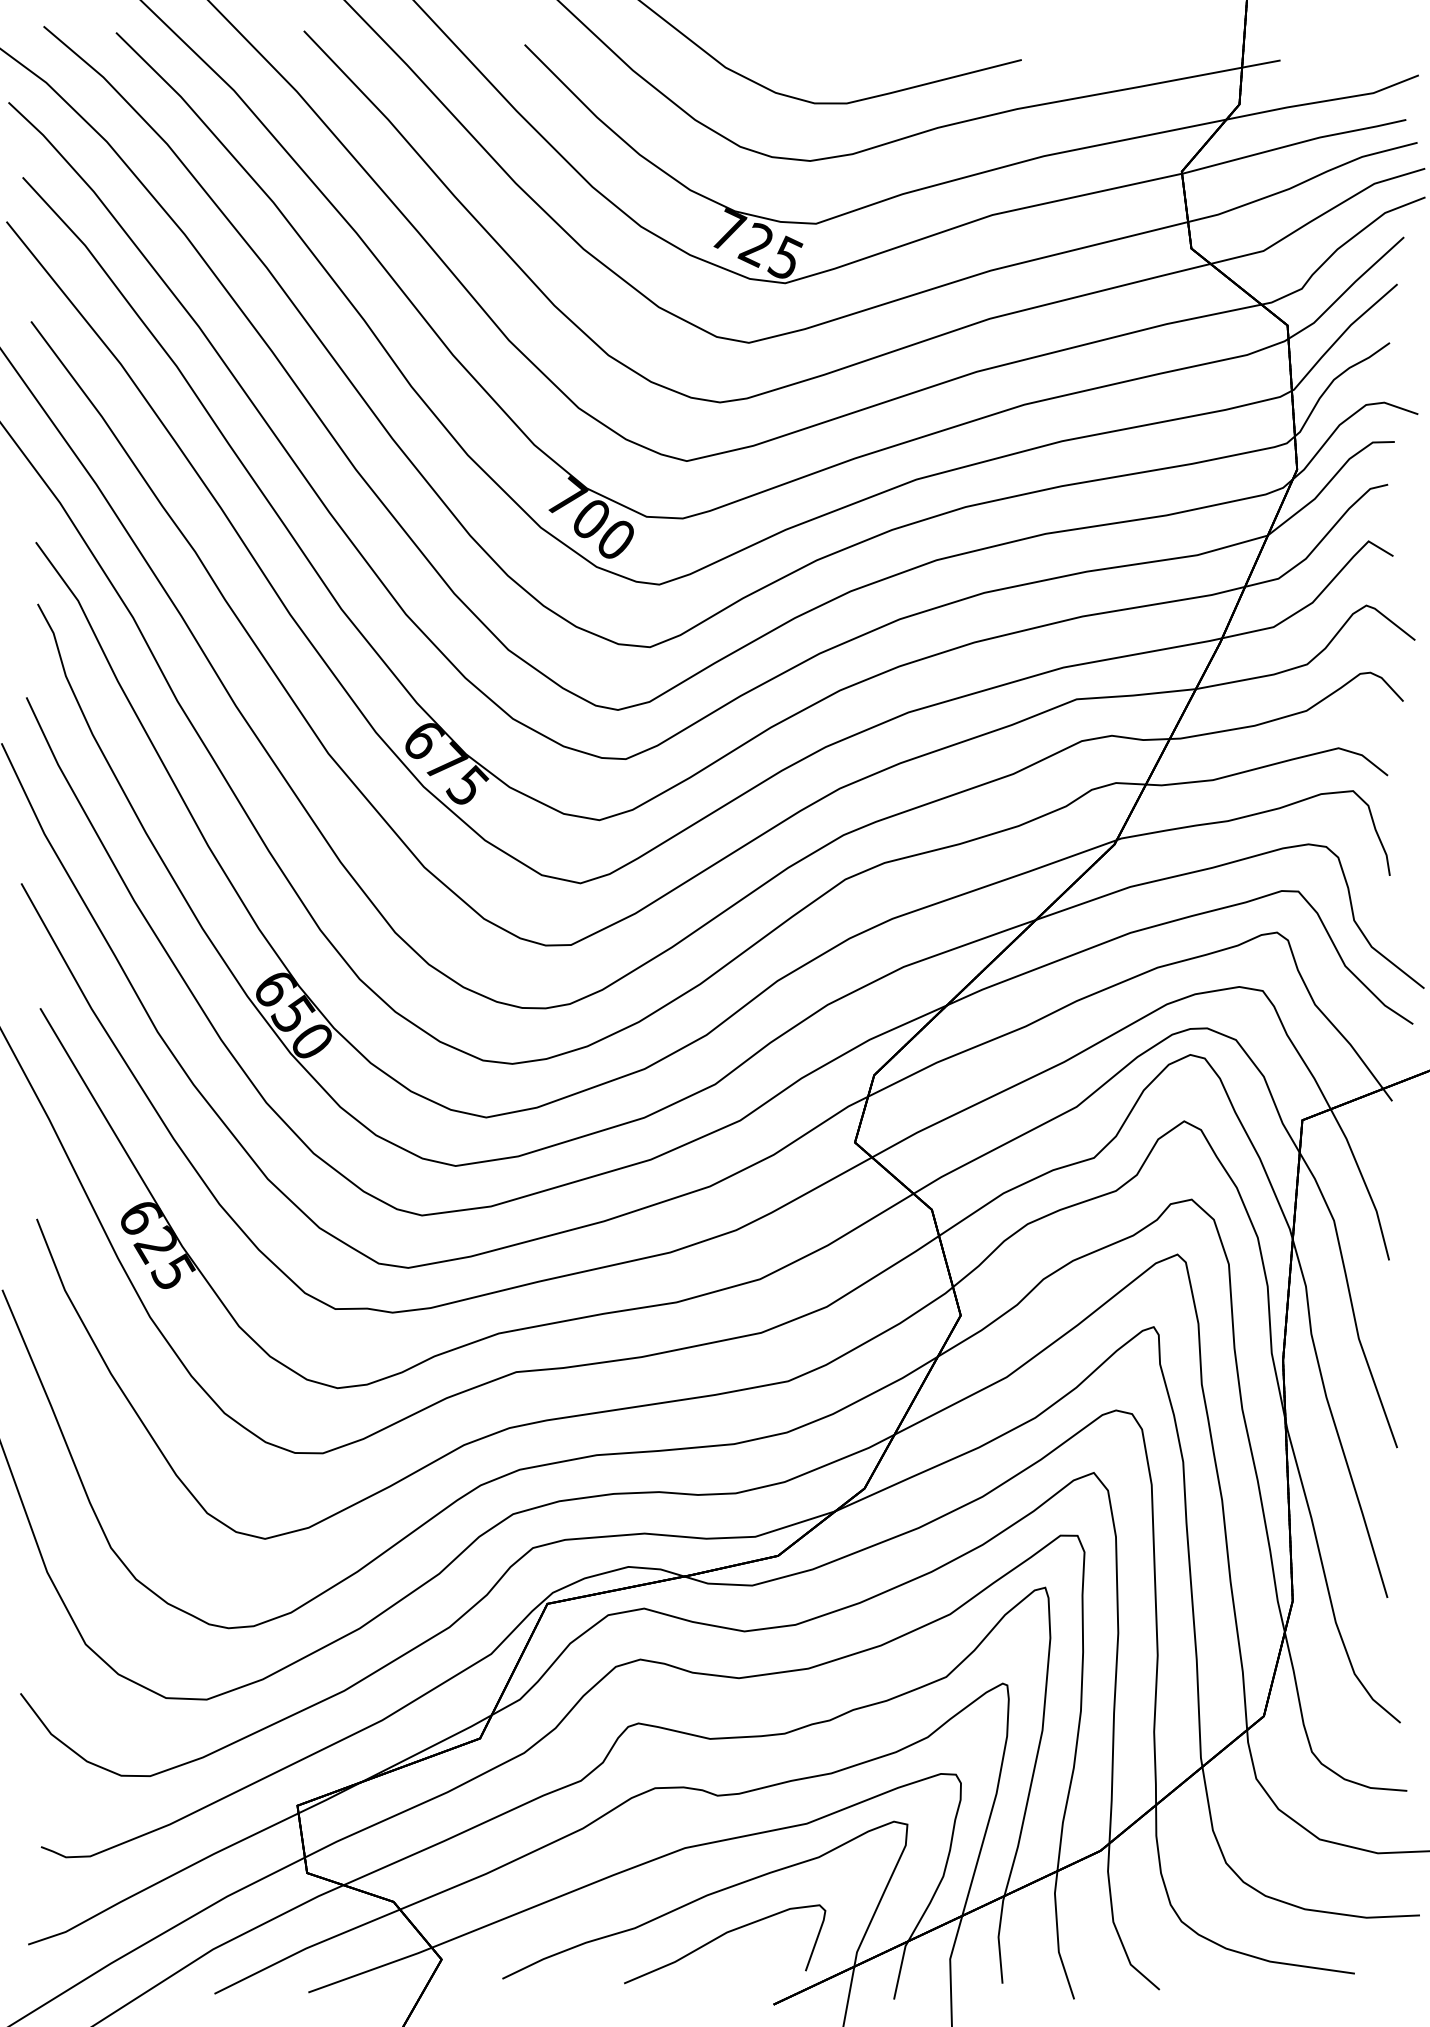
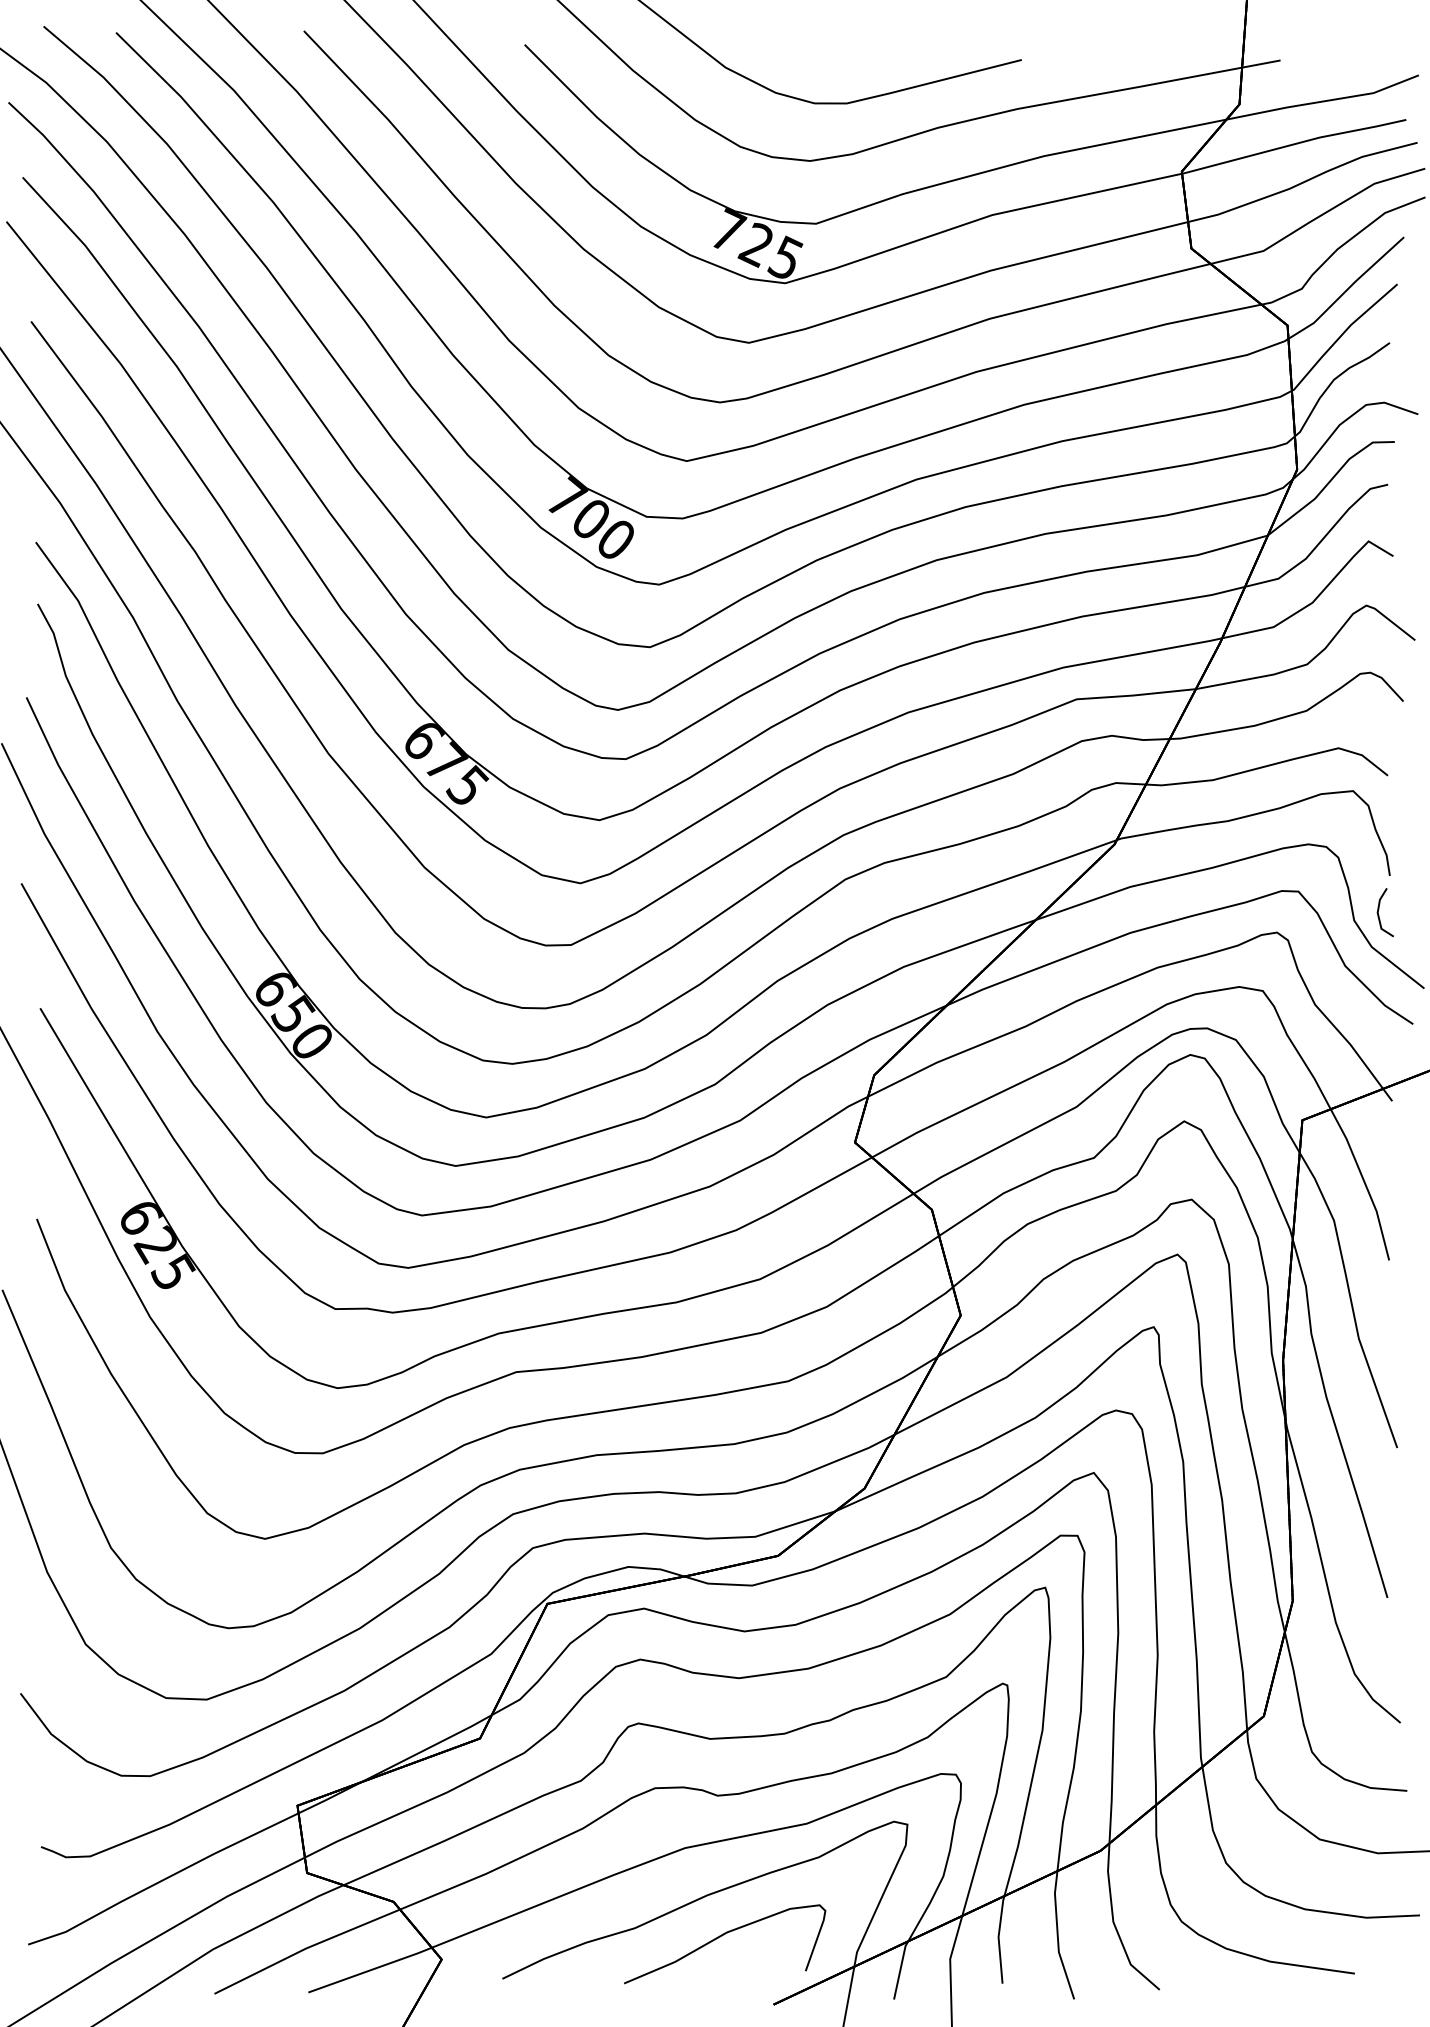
line at (1379, 909): none -> present
